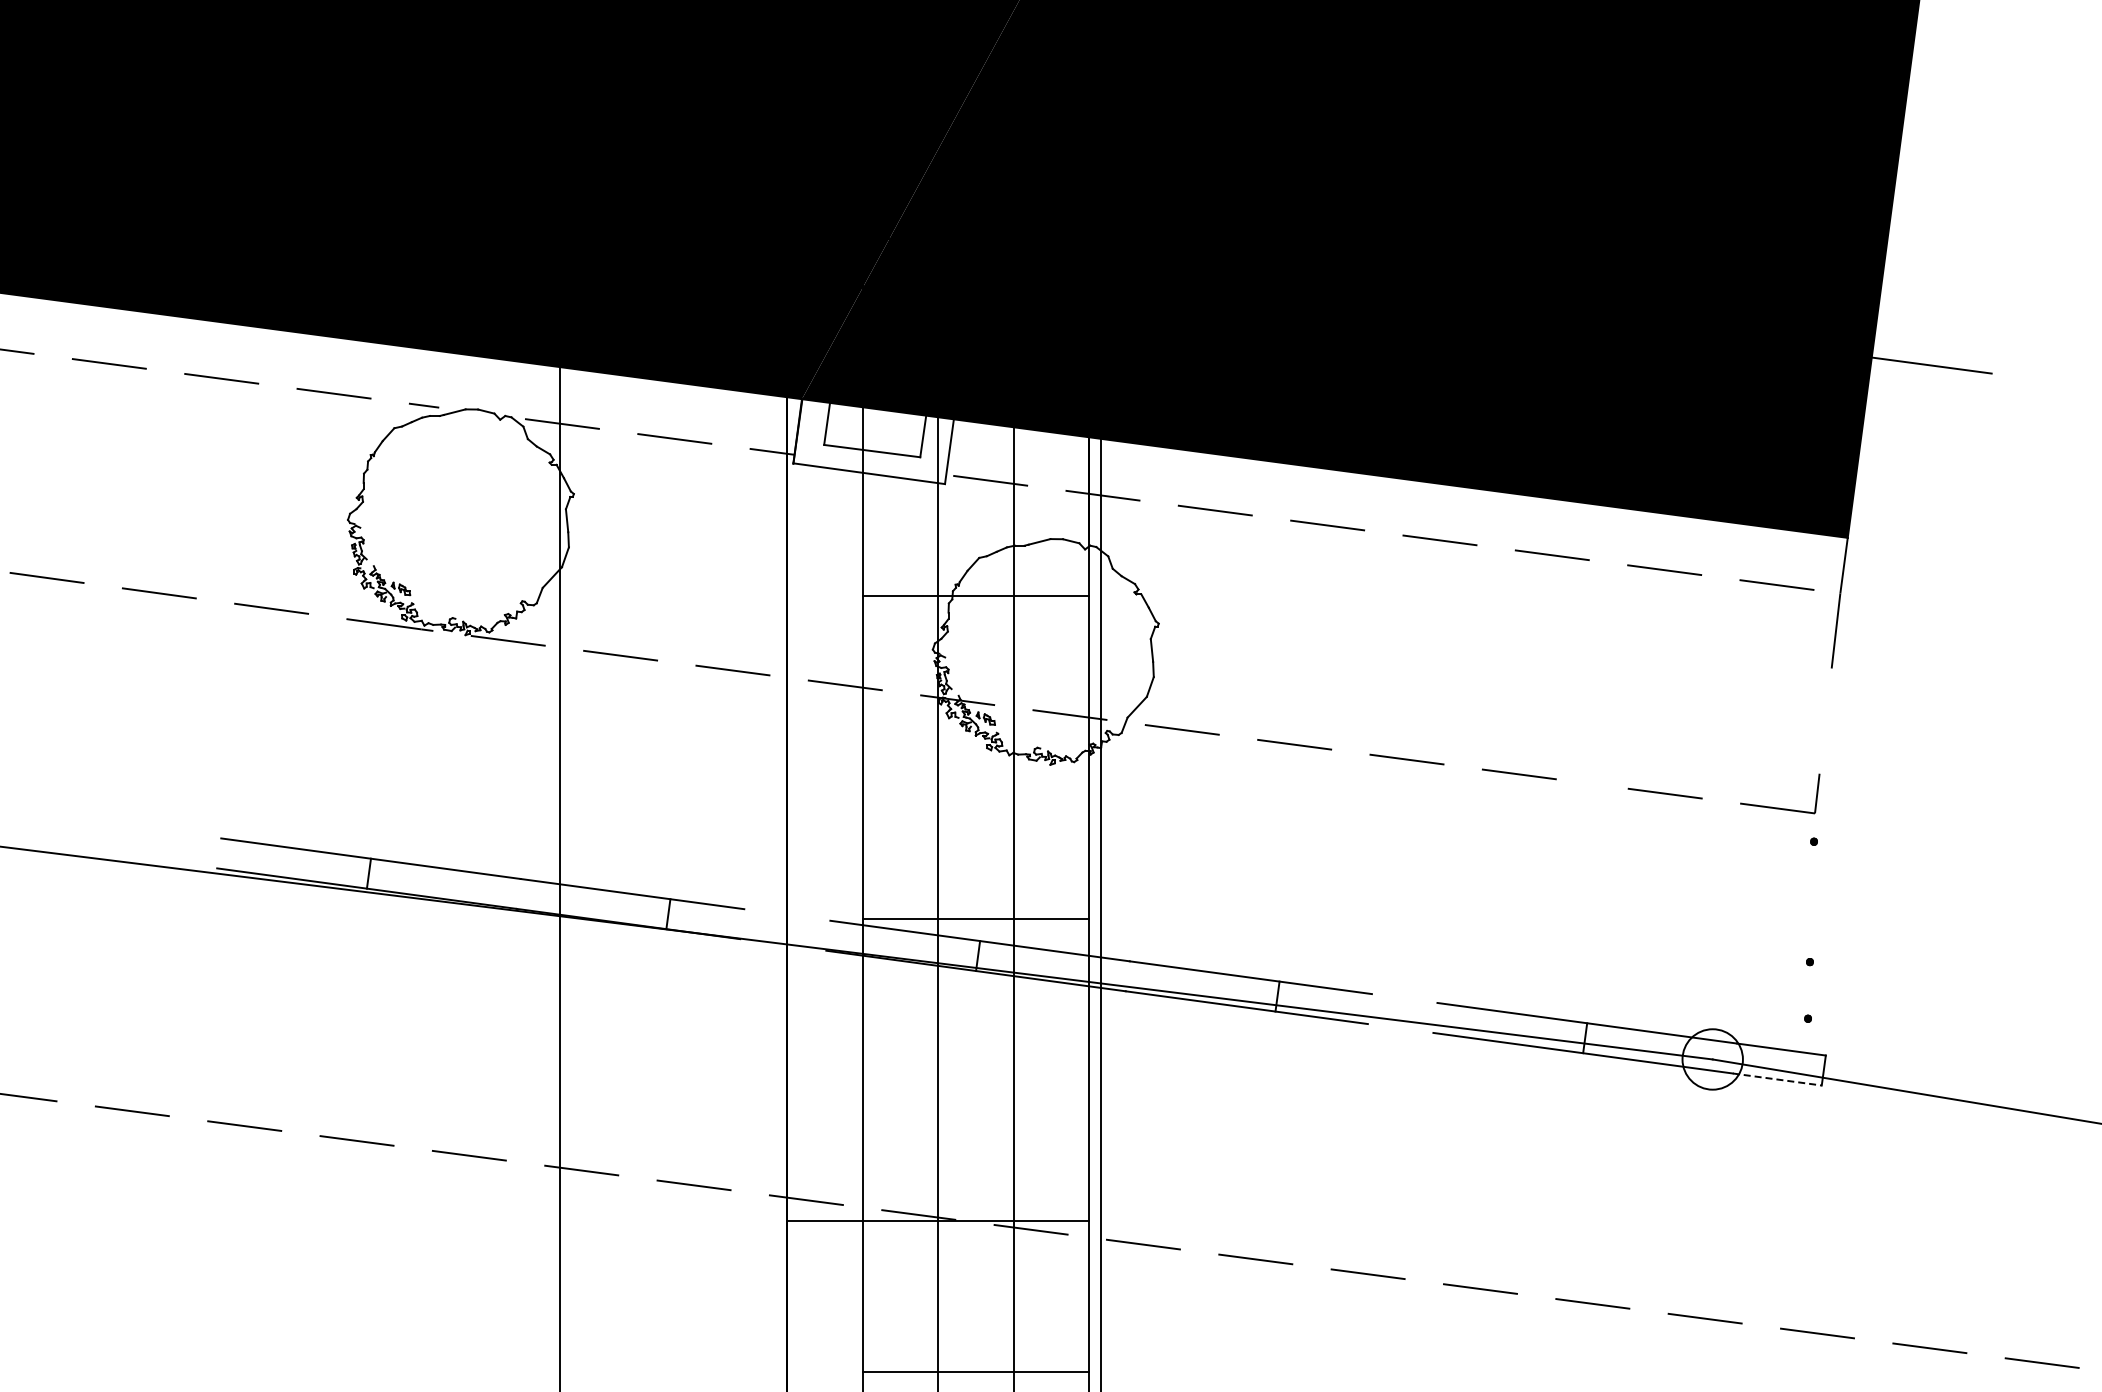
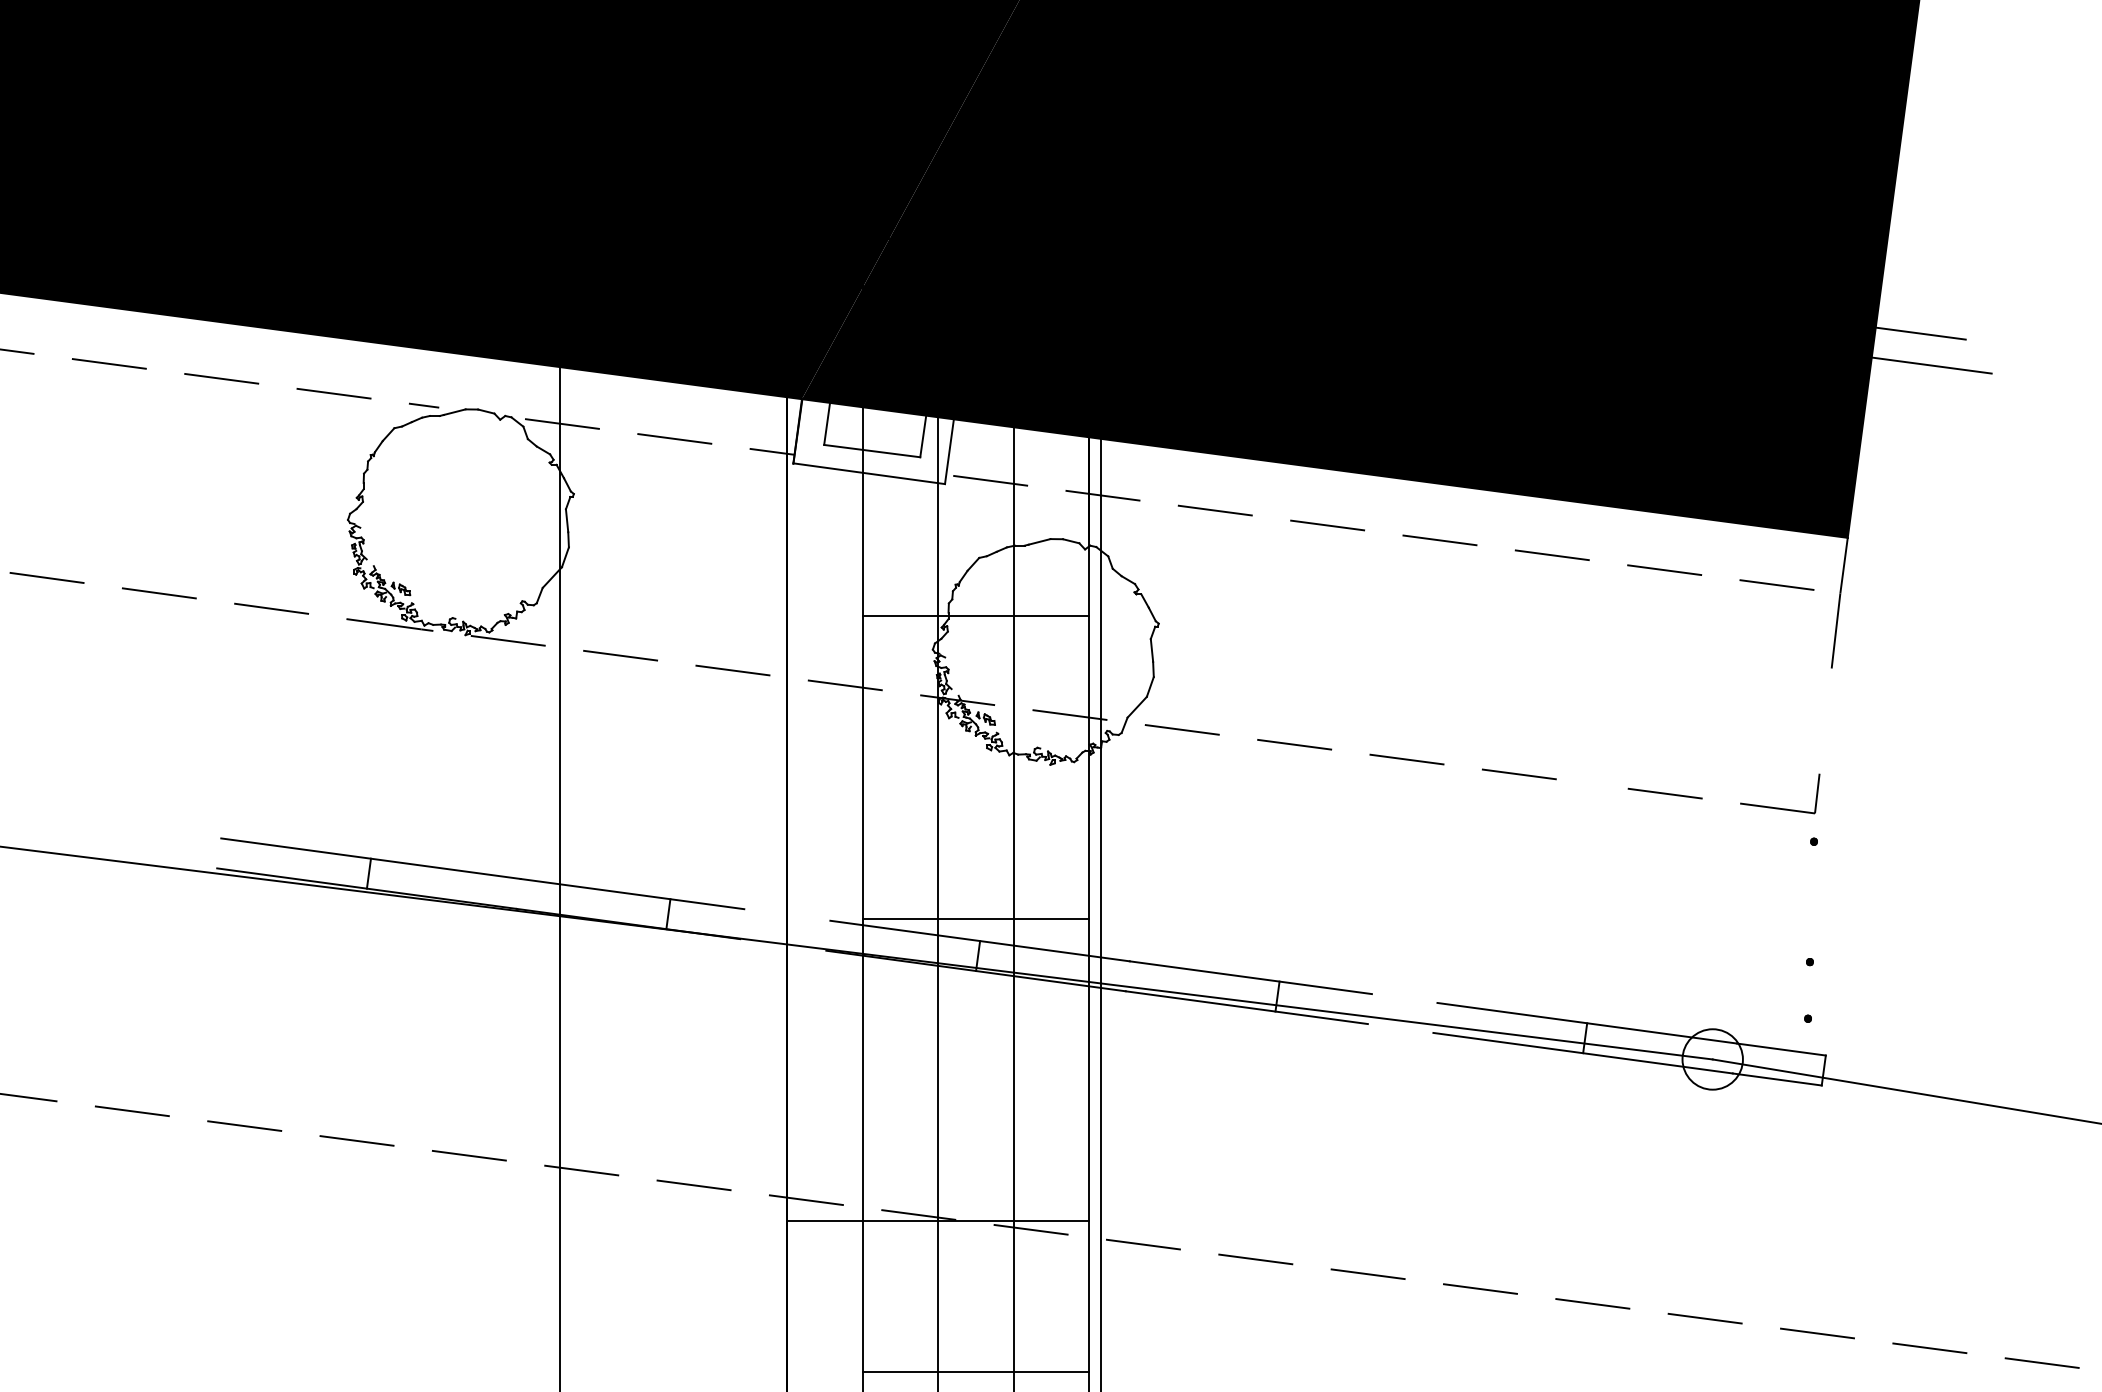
line at (1920, 333): none -> present
line at (975, 596) position: (975, 596) -> (975, 616)
line at (1777, 1079): dashed -> solid
